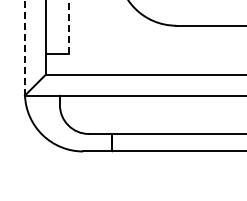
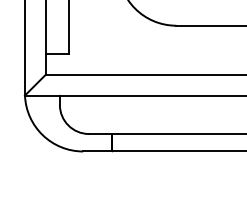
line at (69, 26): dashed -> solid
line at (24, 48): dashed -> solid
